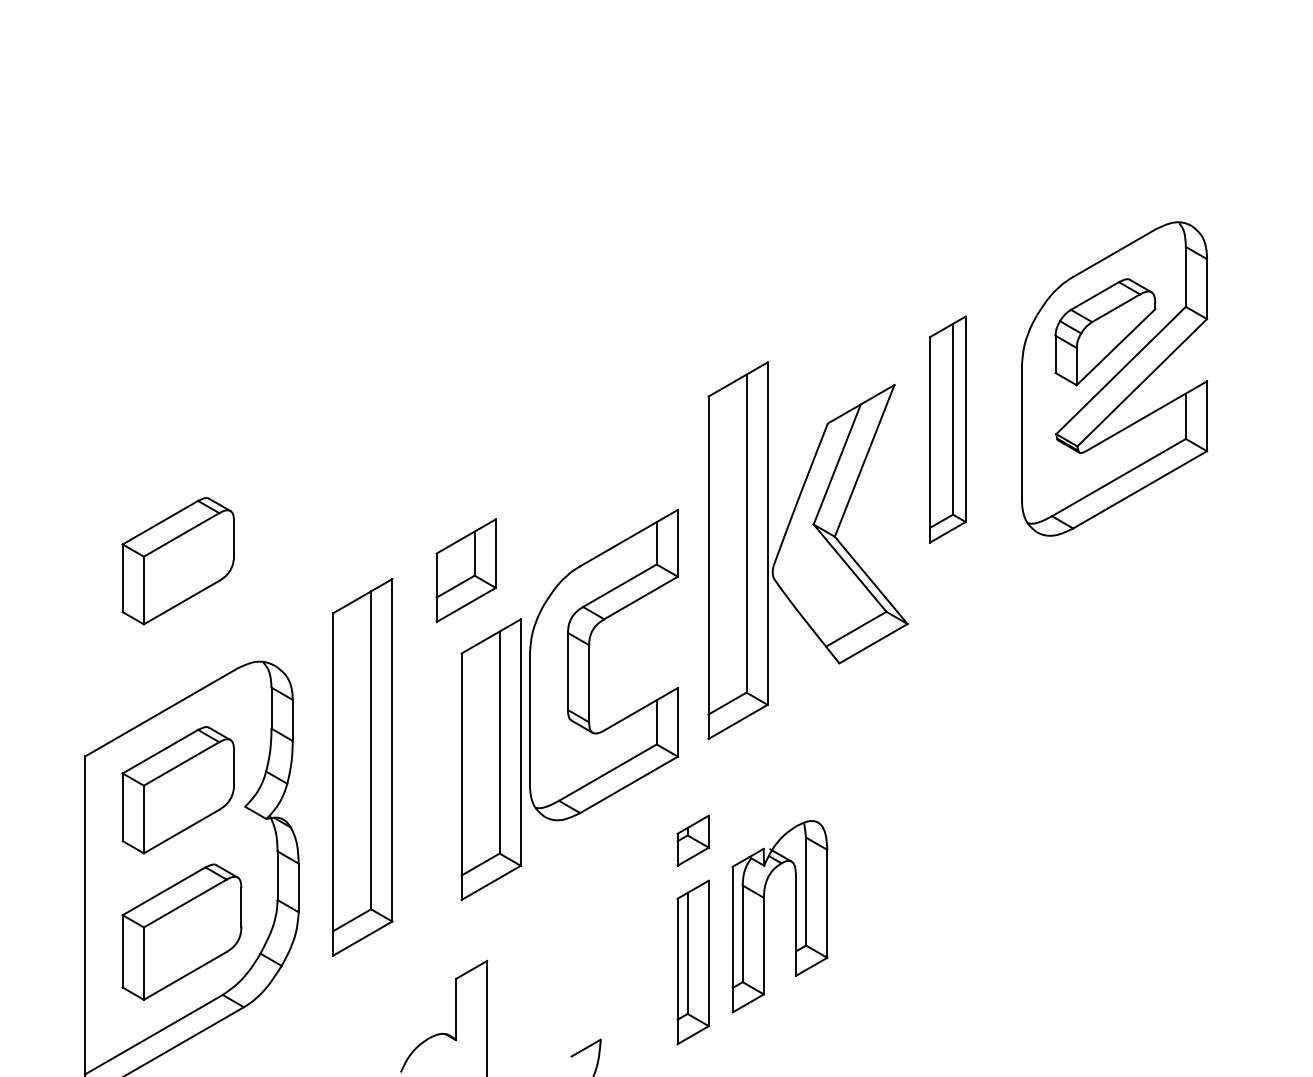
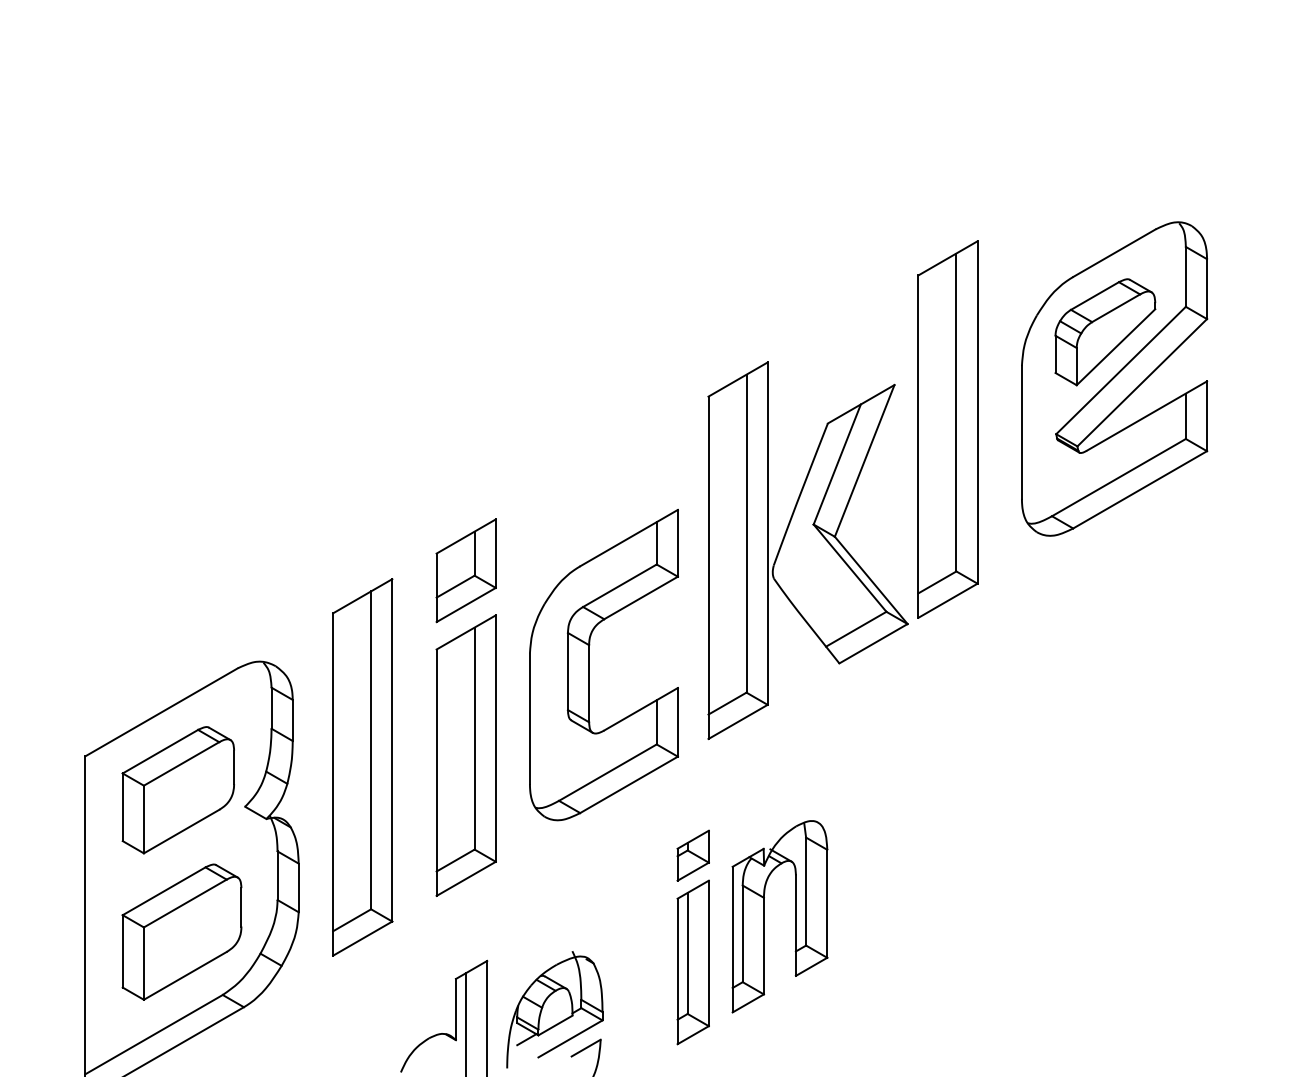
part at (947, 429) size: 38x229 px -> 62x379 px
part at (177, 561): present -> none
part at (490, 759) position: (490, 759) -> (465, 755)
part at (692, 840) position: (692, 840) -> (692, 855)
part at (554, 1009): none -> present
line at (466, 1023): none -> present
